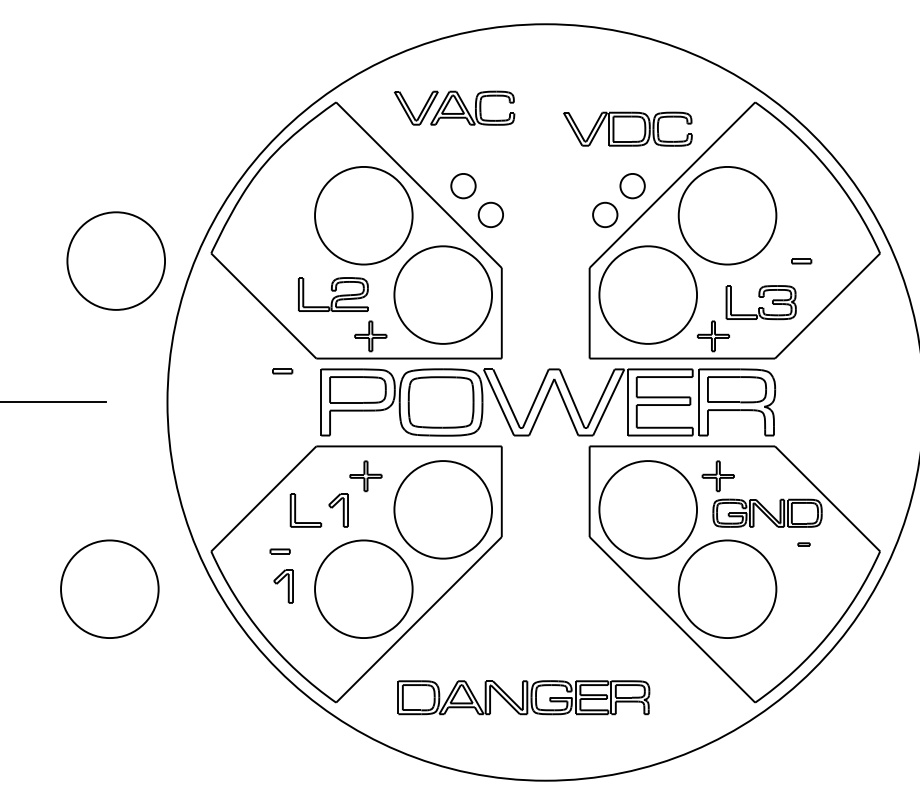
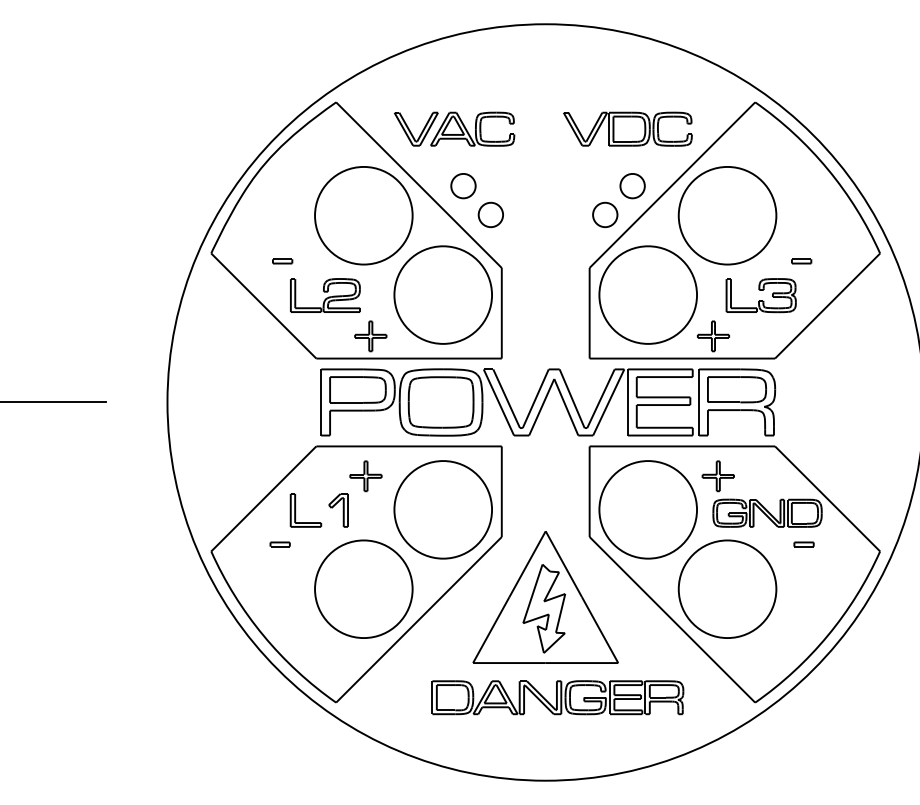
part at (454, 107) position: (454, 107) -> (454, 128)
part at (115, 260): present -> none
part at (333, 294) position: (333, 294) -> (325, 295)
part at (760, 302) position: (760, 302) -> (760, 295)
part at (282, 371) position: (282, 371) -> (282, 261)
part at (803, 544) size: 14x5 px -> 22x7 px
part at (279, 551) position: (279, 551) -> (279, 544)
part at (283, 586): present -> none
part at (109, 588): present -> none
part at (545, 597): none -> present
part at (523, 697) position: (523, 697) -> (557, 697)
